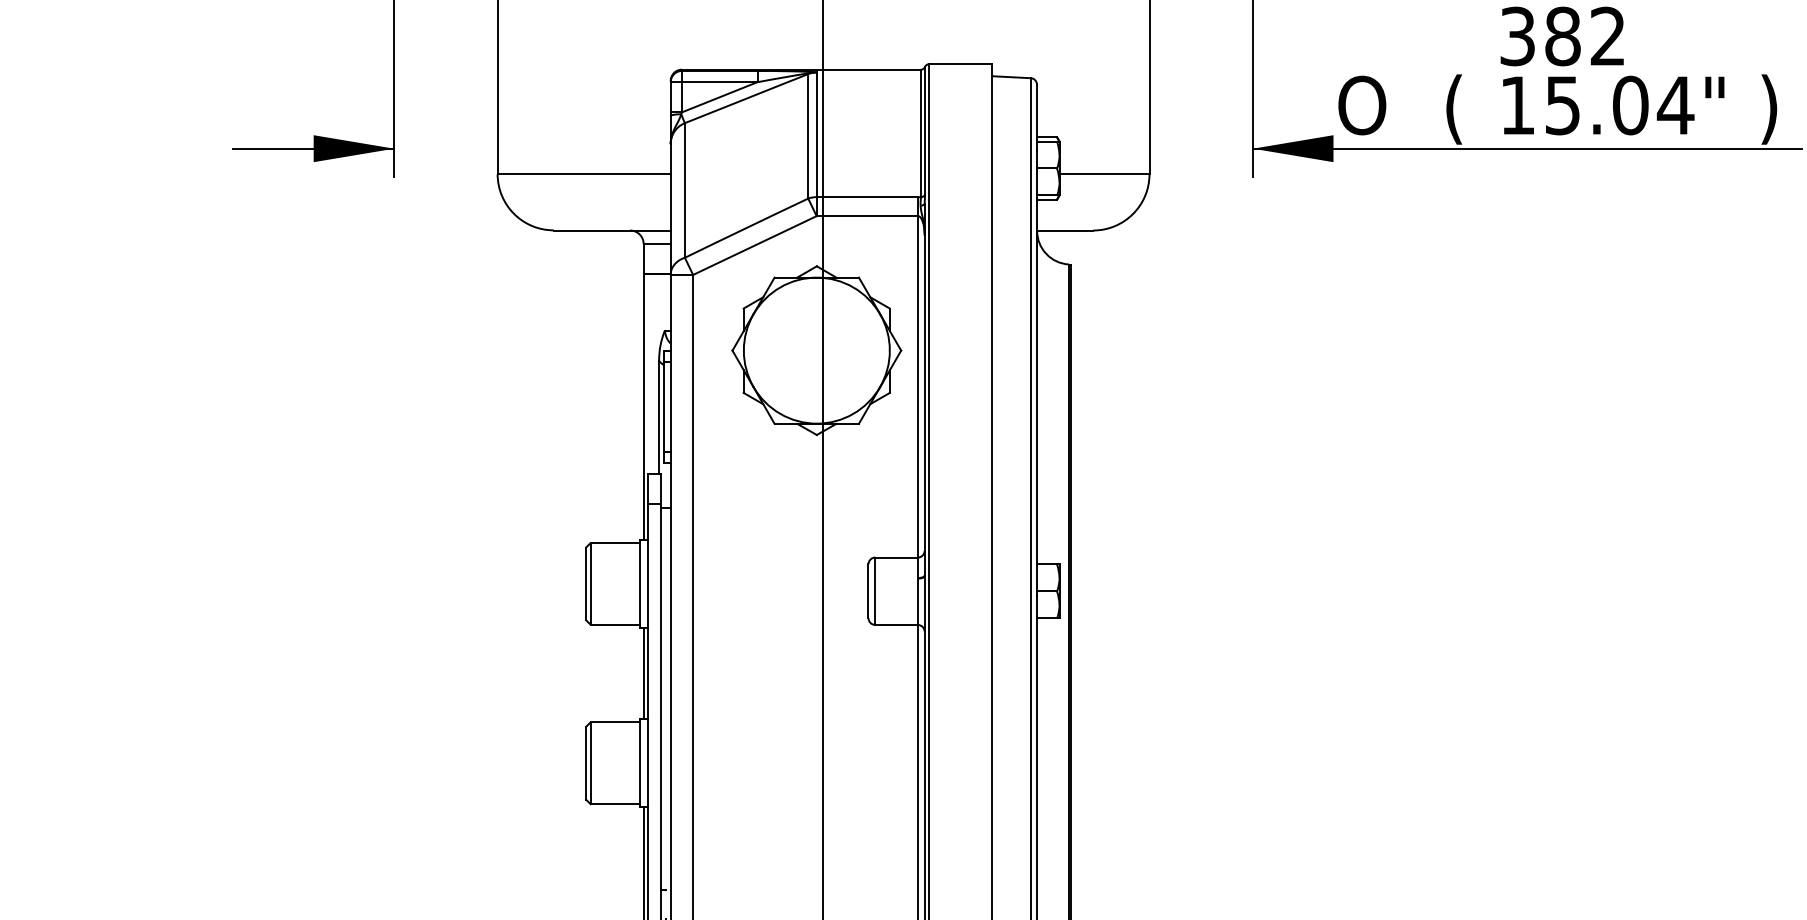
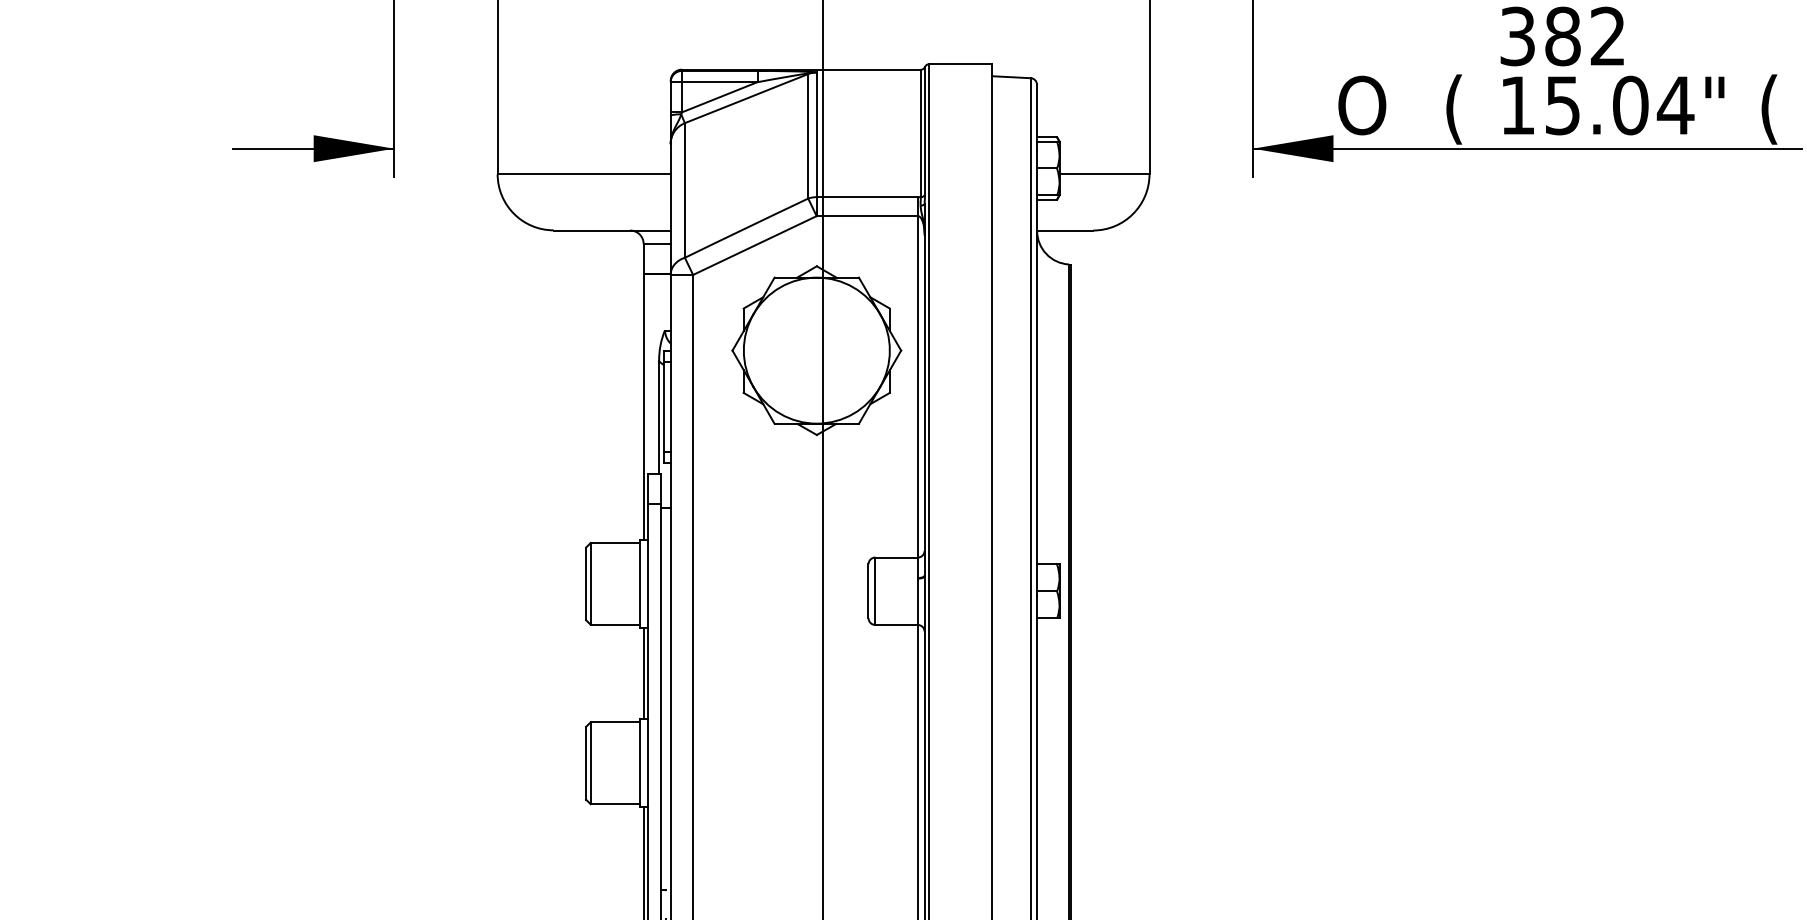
text at (1769, 109): ) -> (
